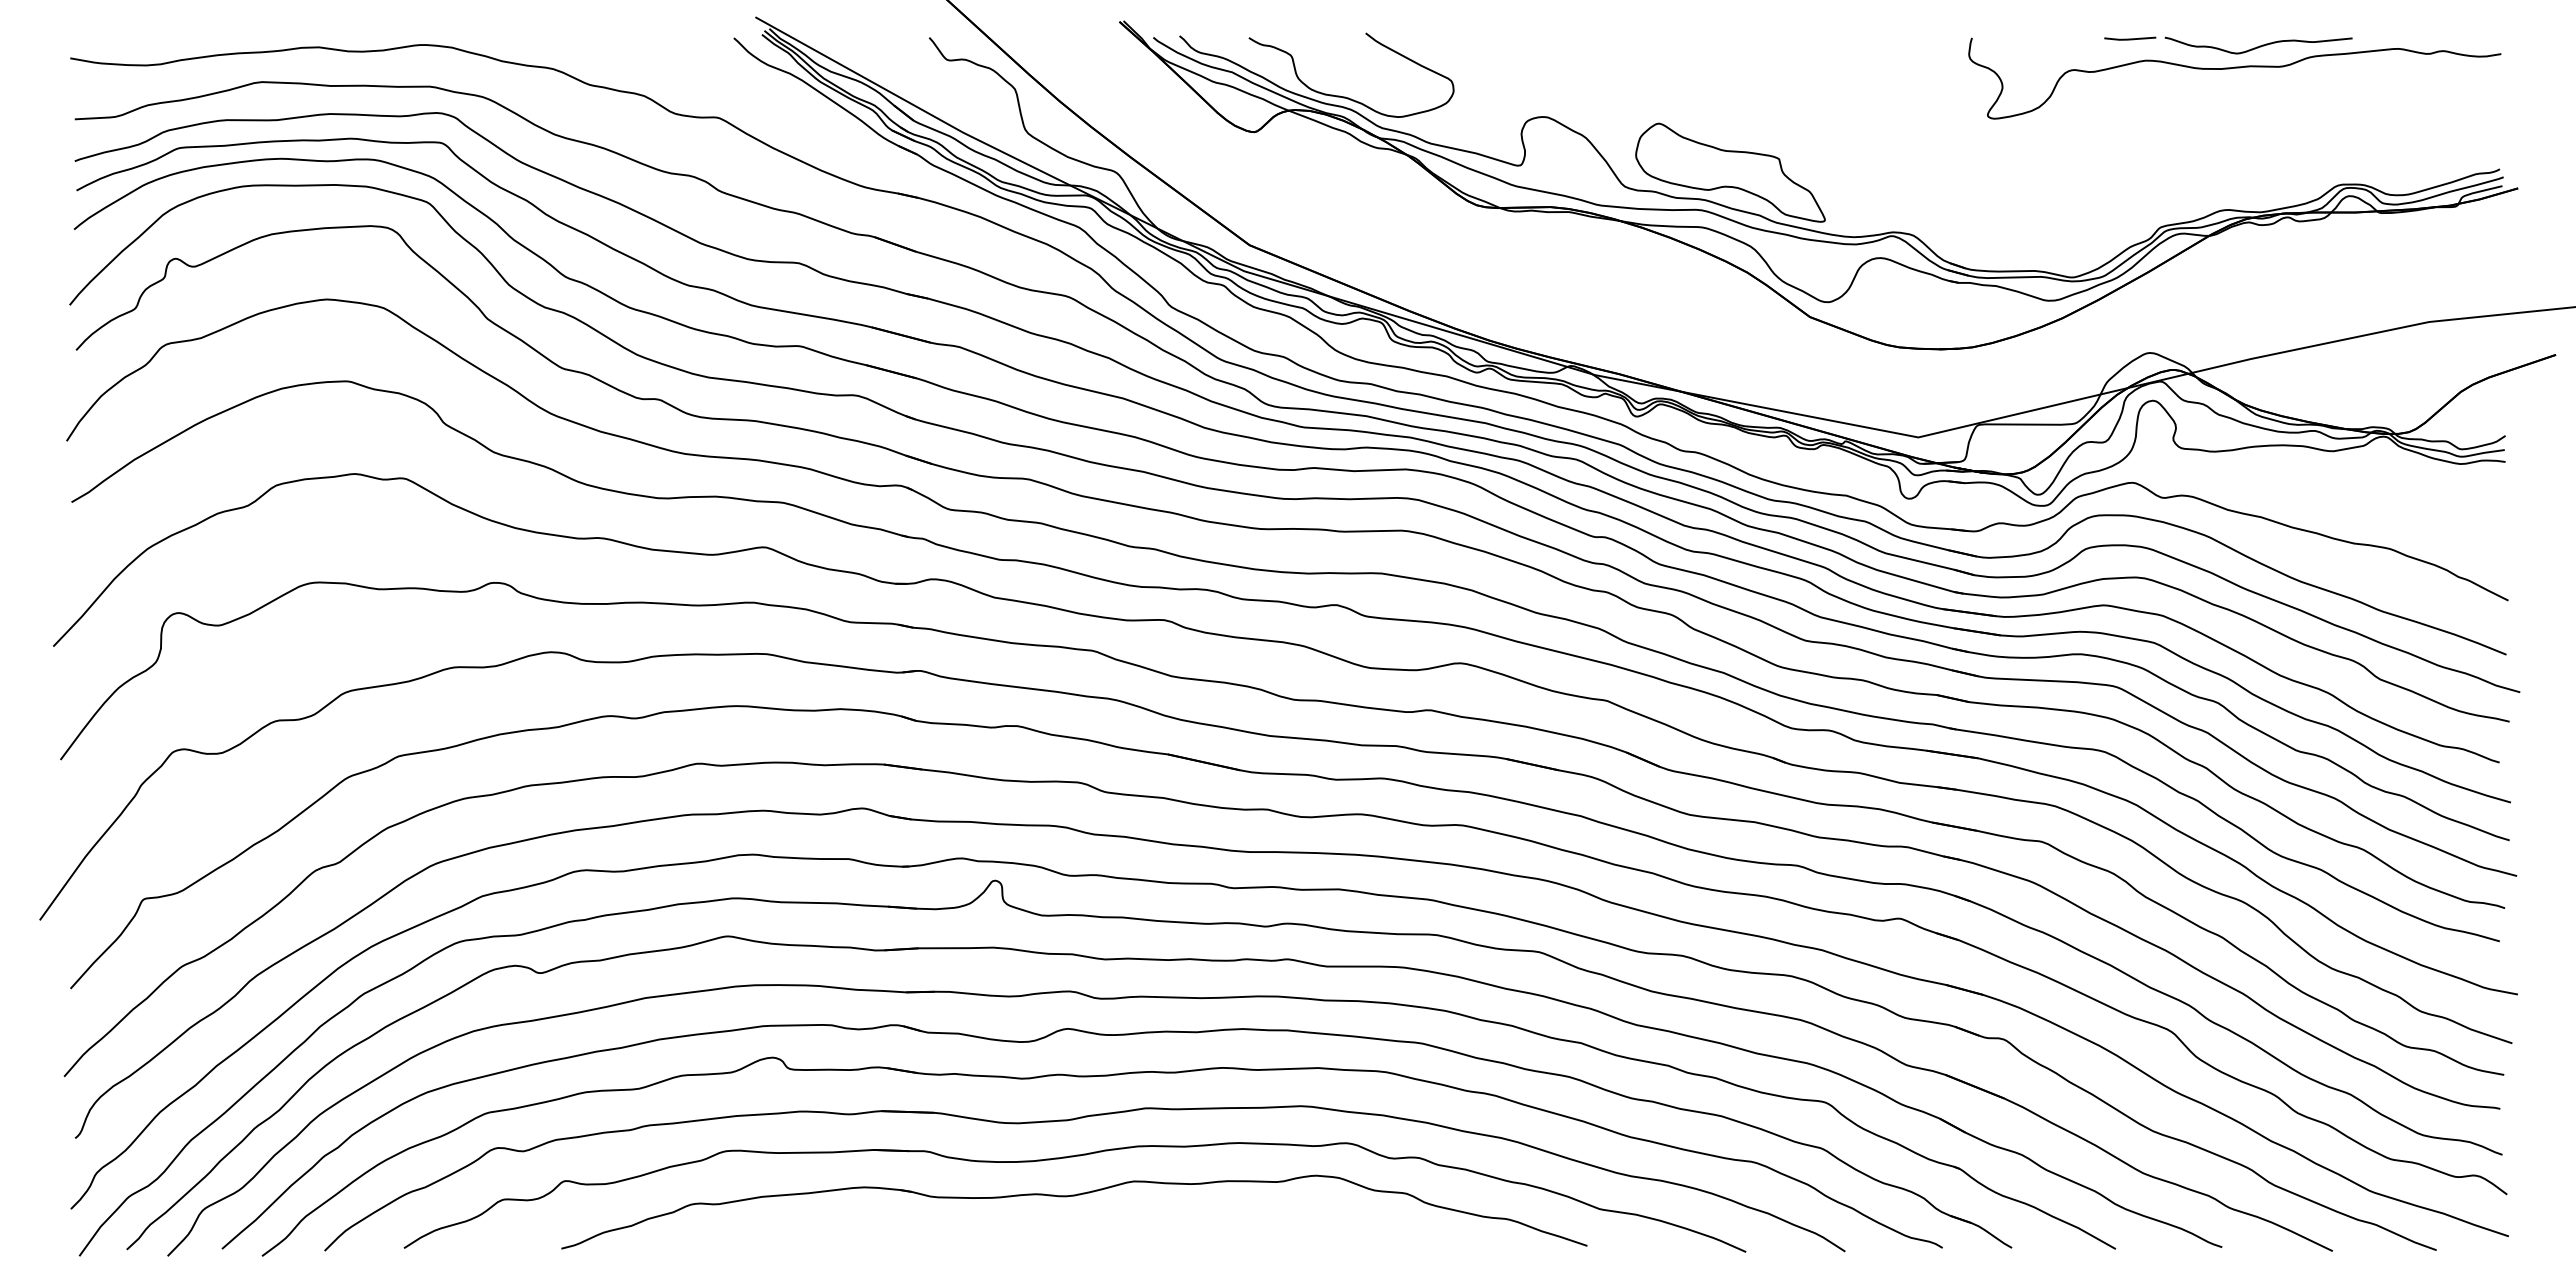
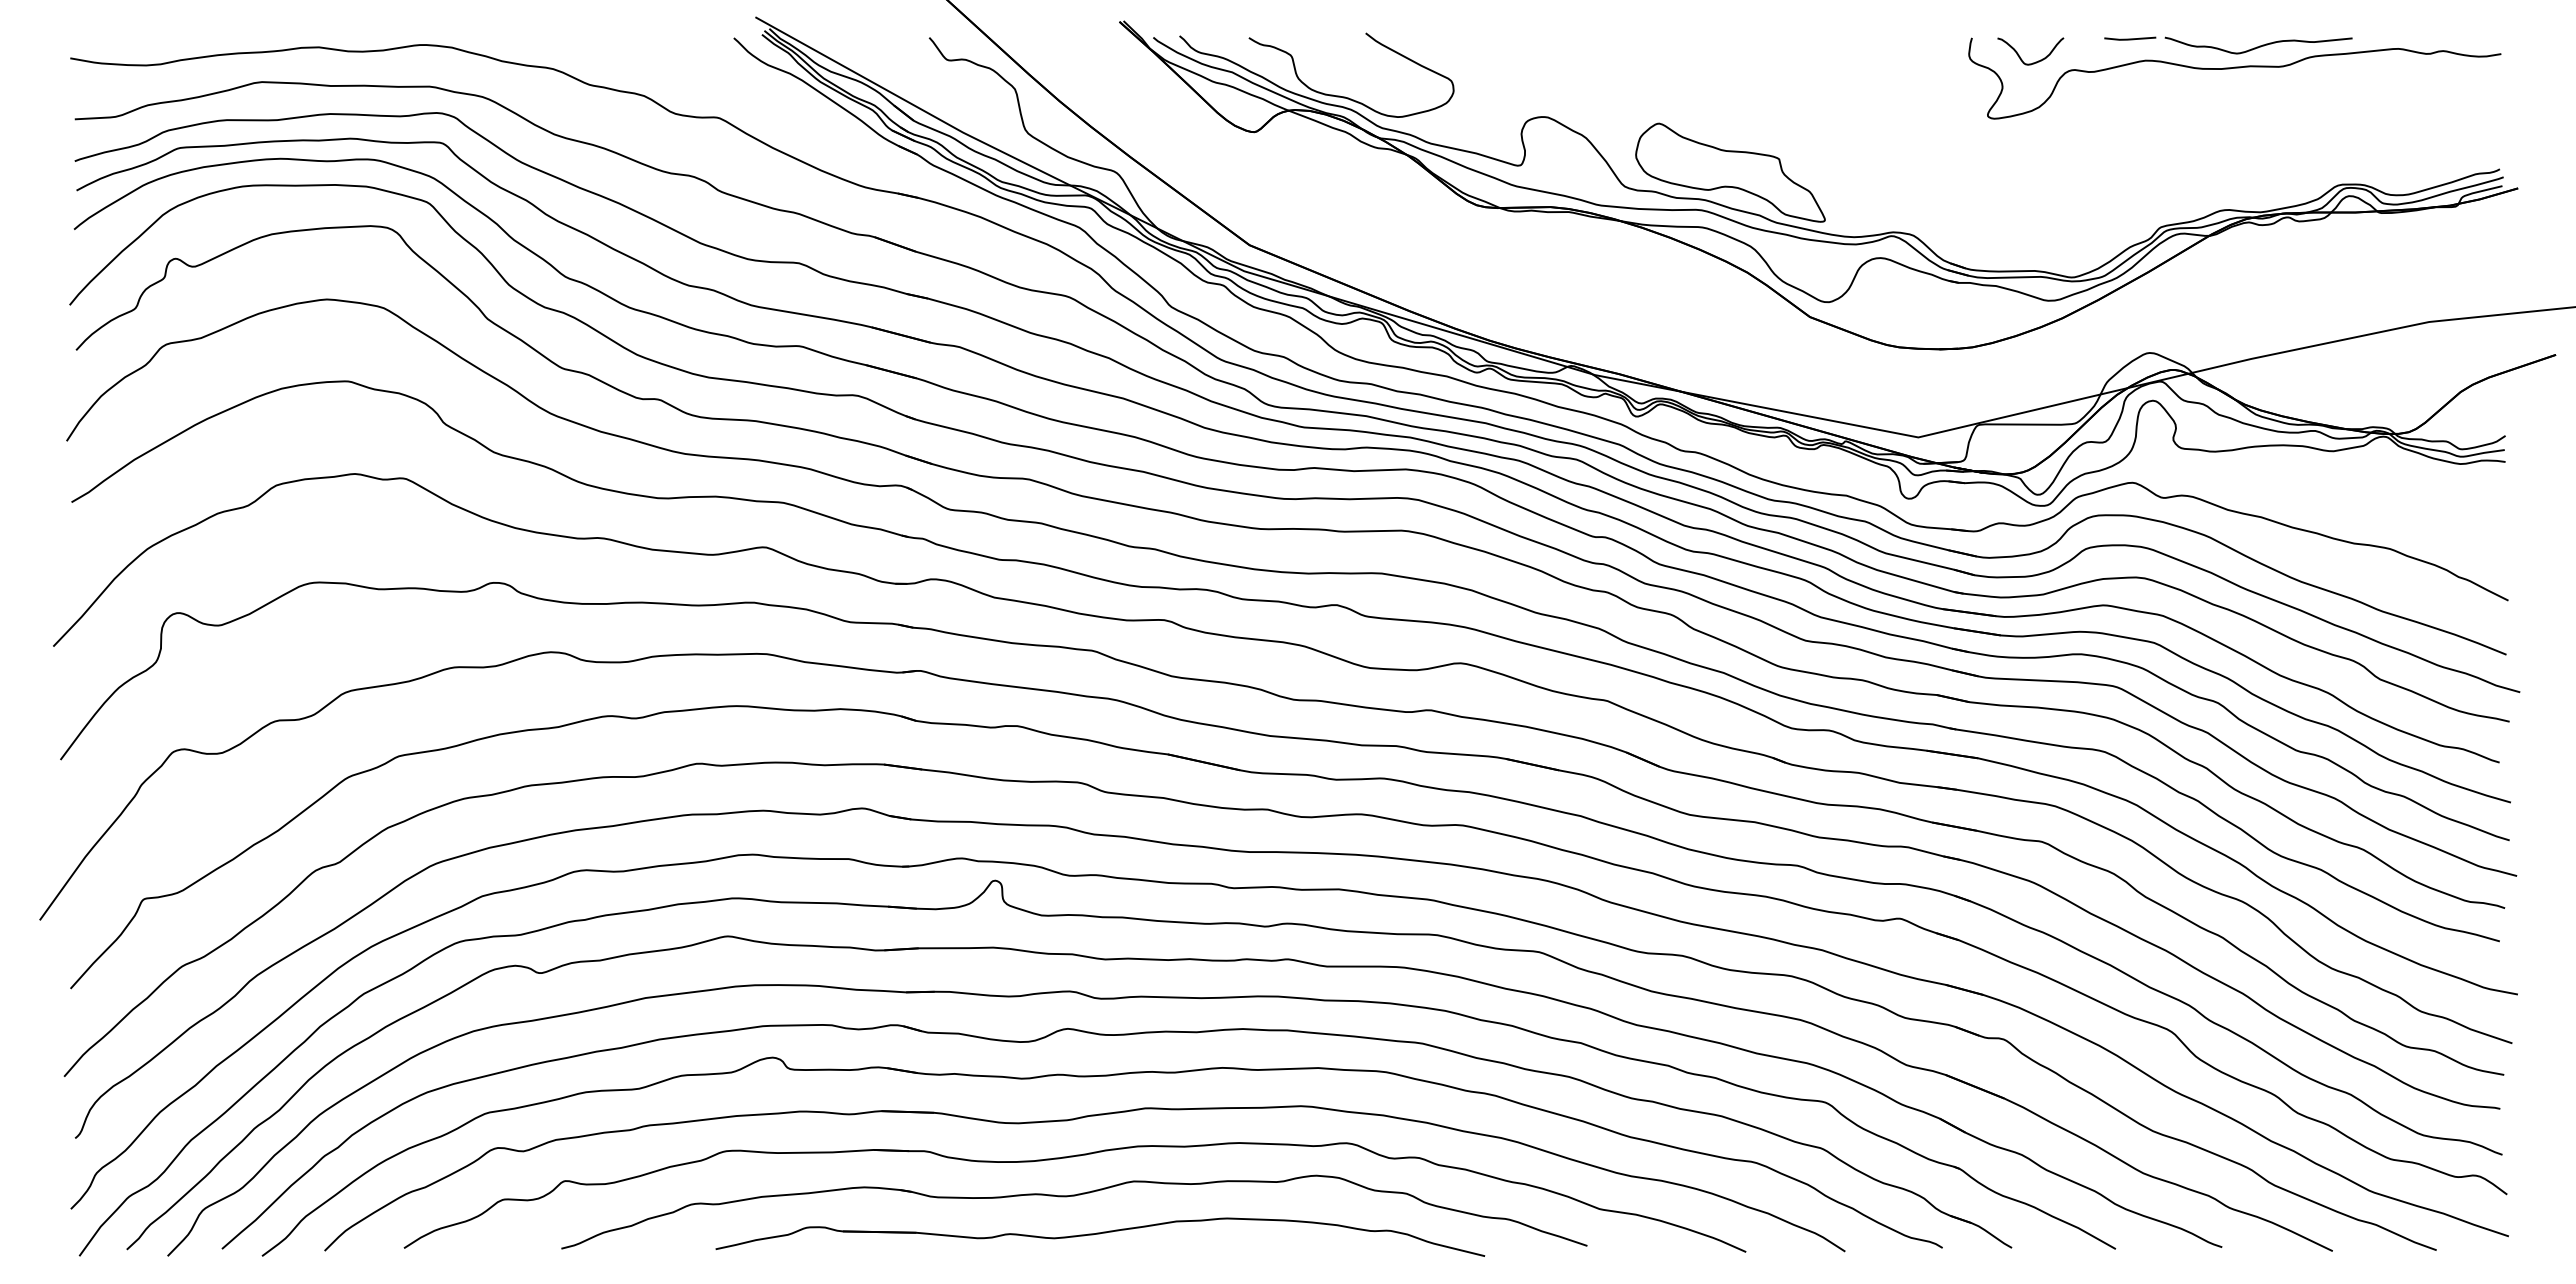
curve at (2020, 56): none -> present
part at (1100, 1236): none -> present
